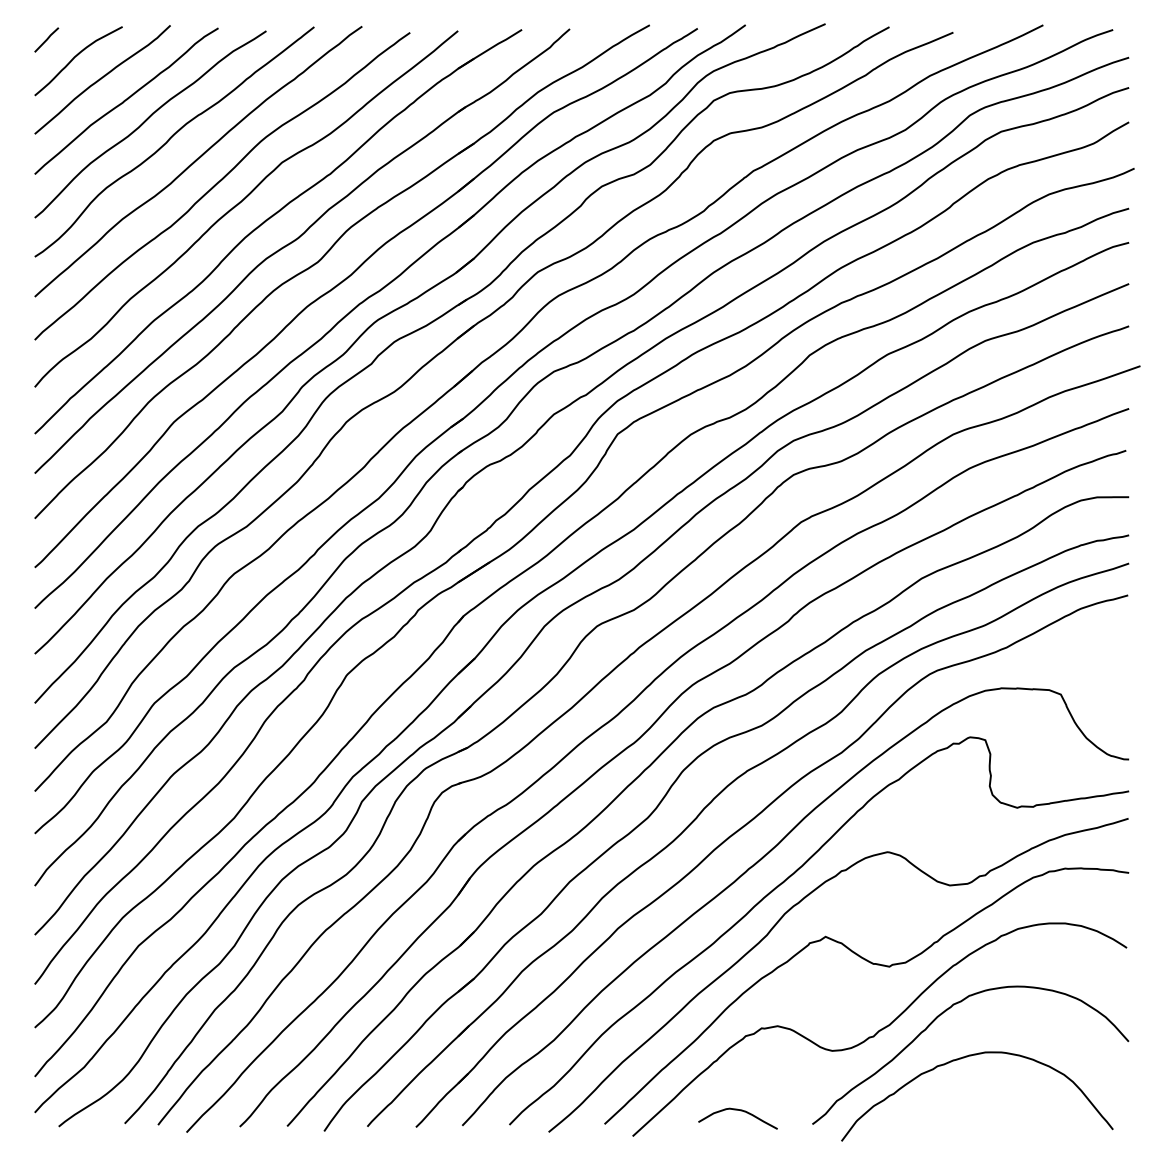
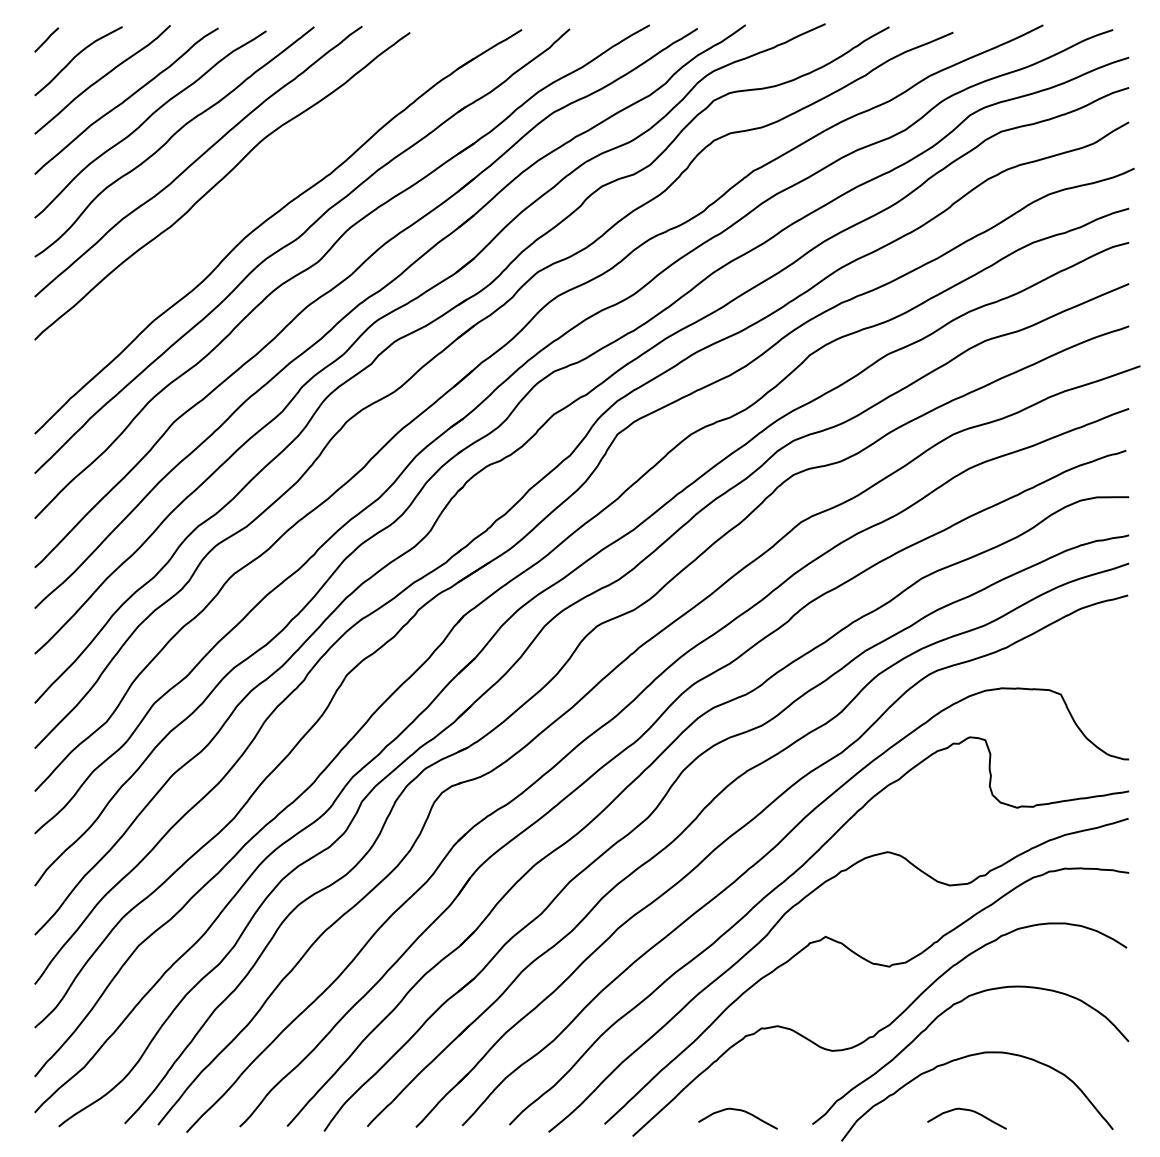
curve at (241, 202): present -> none
curve at (969, 1111): none -> present
